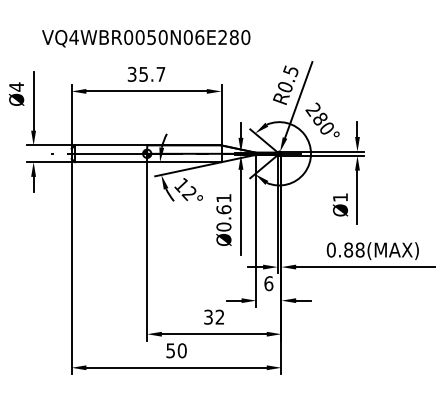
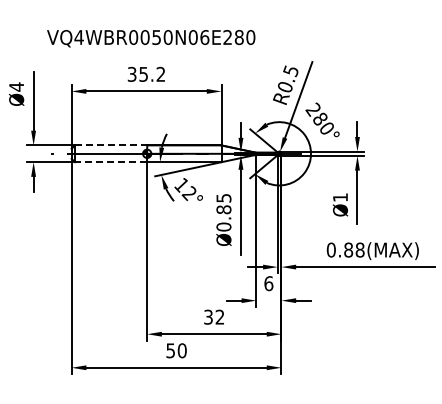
text at (146, 38) position: (146, 38) -> (151, 38)
text at (160, 73): 35.7 -> 35.2
line at (111, 145): solid -> dashed
line at (110, 162): solid -> dashed
text at (223, 204): Ø0.61 -> Ø0.85
